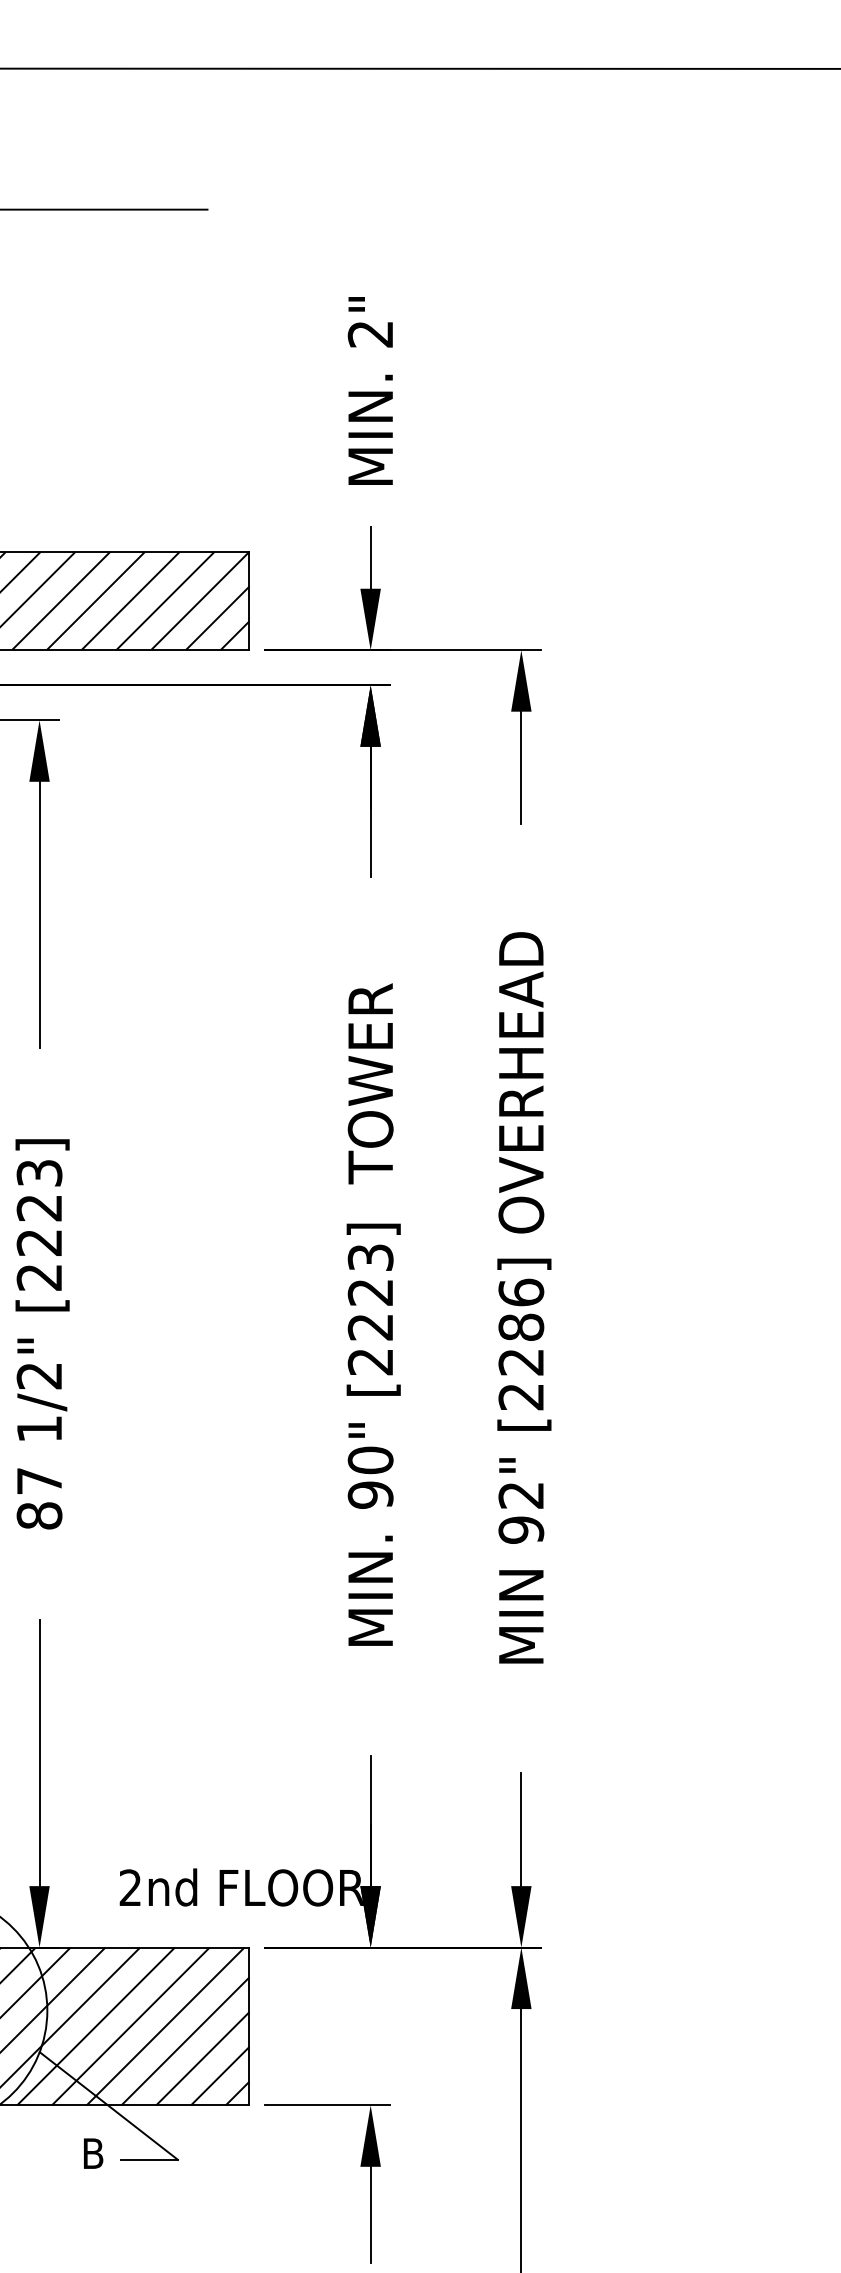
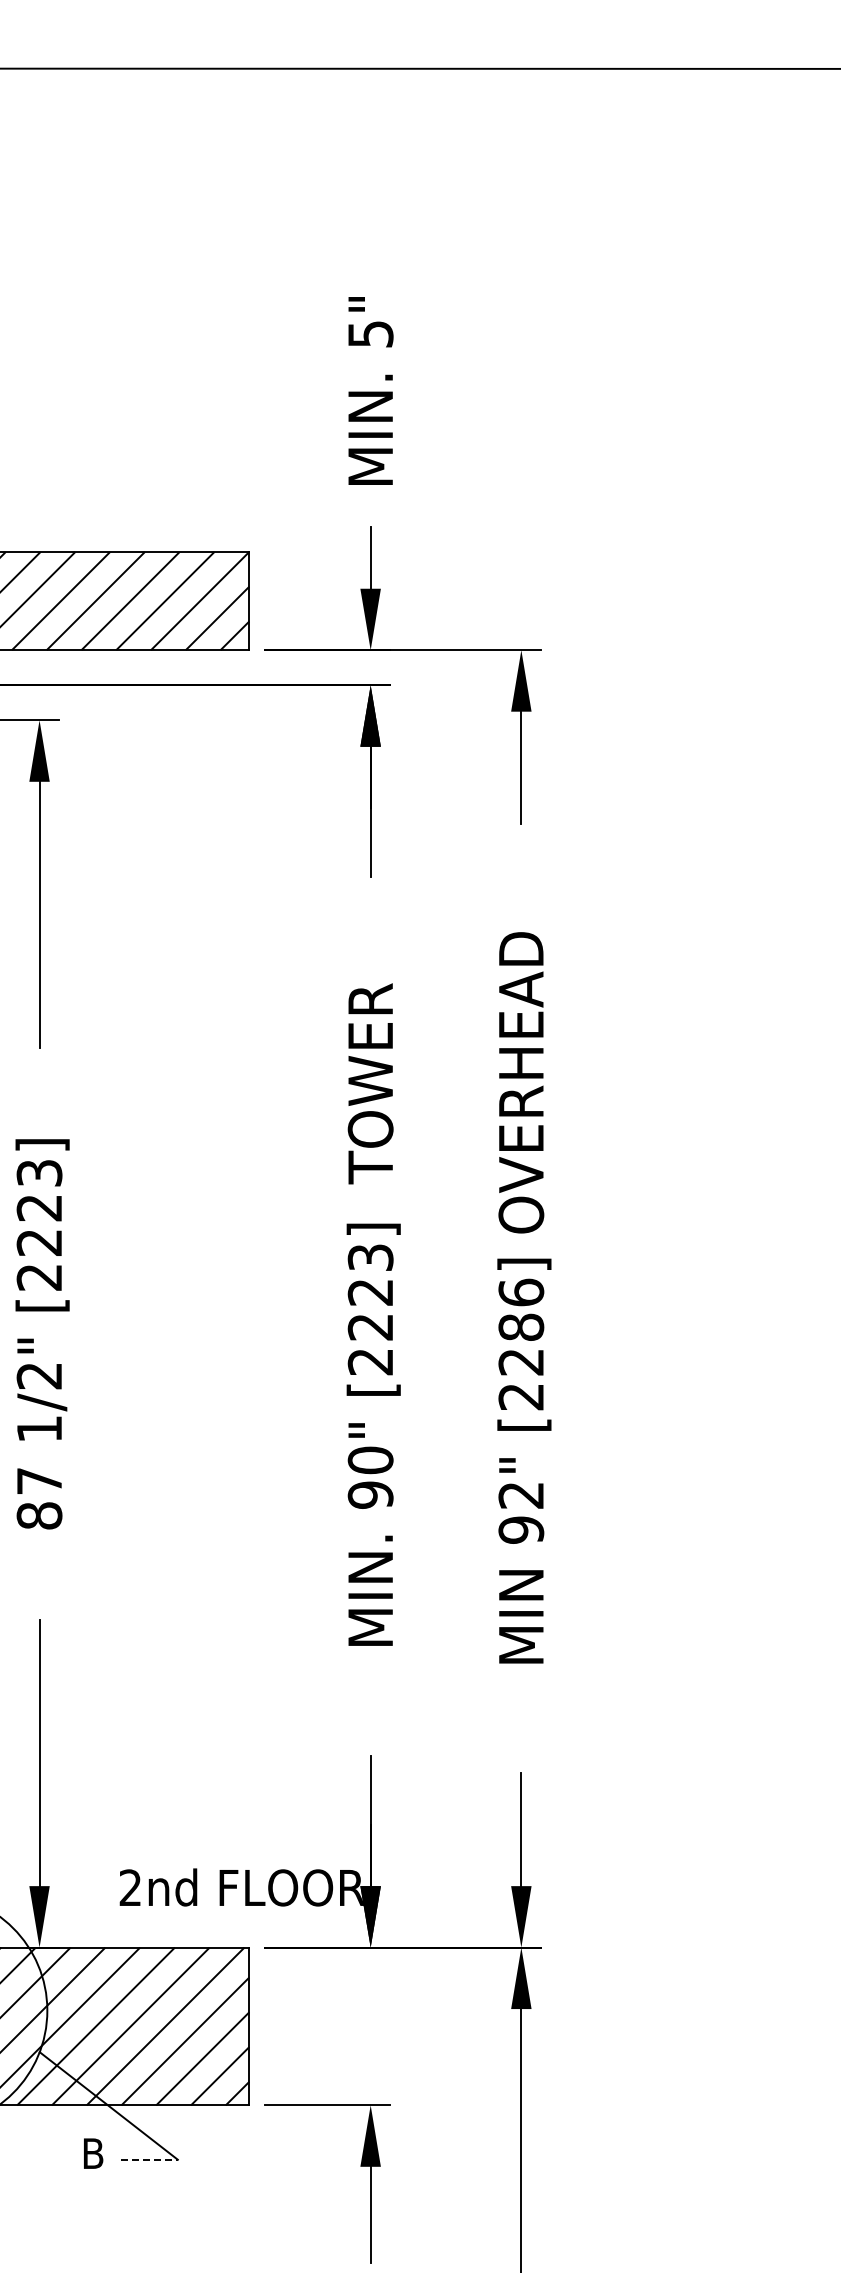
line at (104, 209): present -> none
text at (370, 334): 2" -> 5"
line at (150, 2159): solid -> dashed
